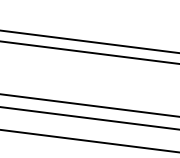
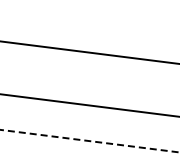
line at (89, 41): present -> none
line at (89, 118): present -> none
line at (89, 141): solid -> dashed
